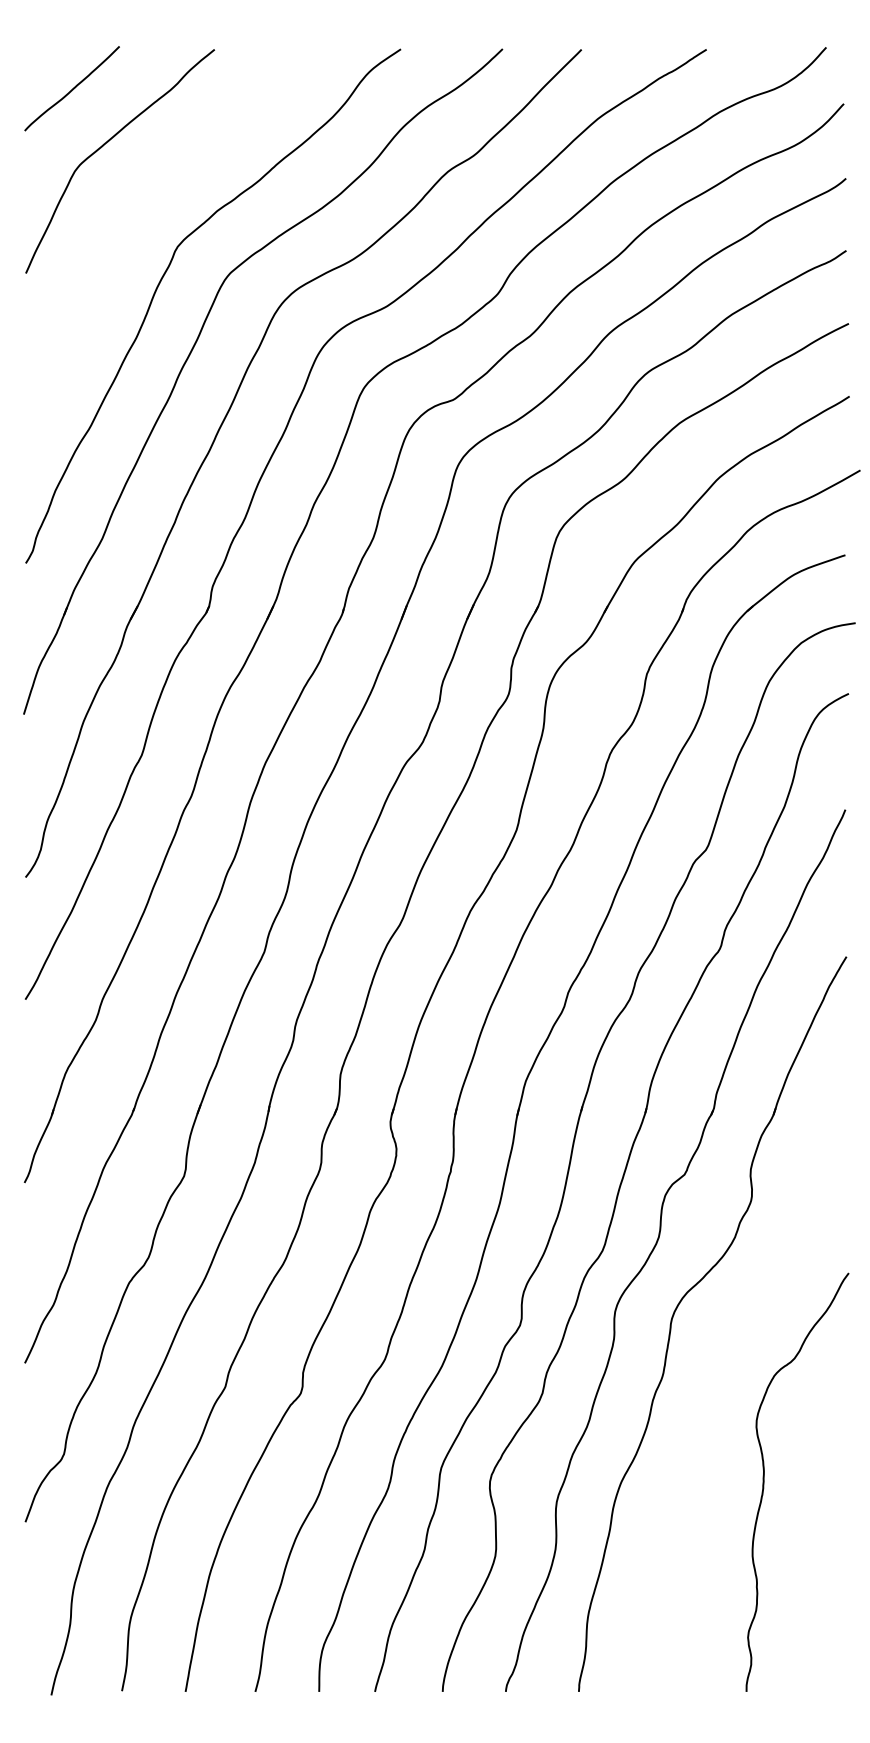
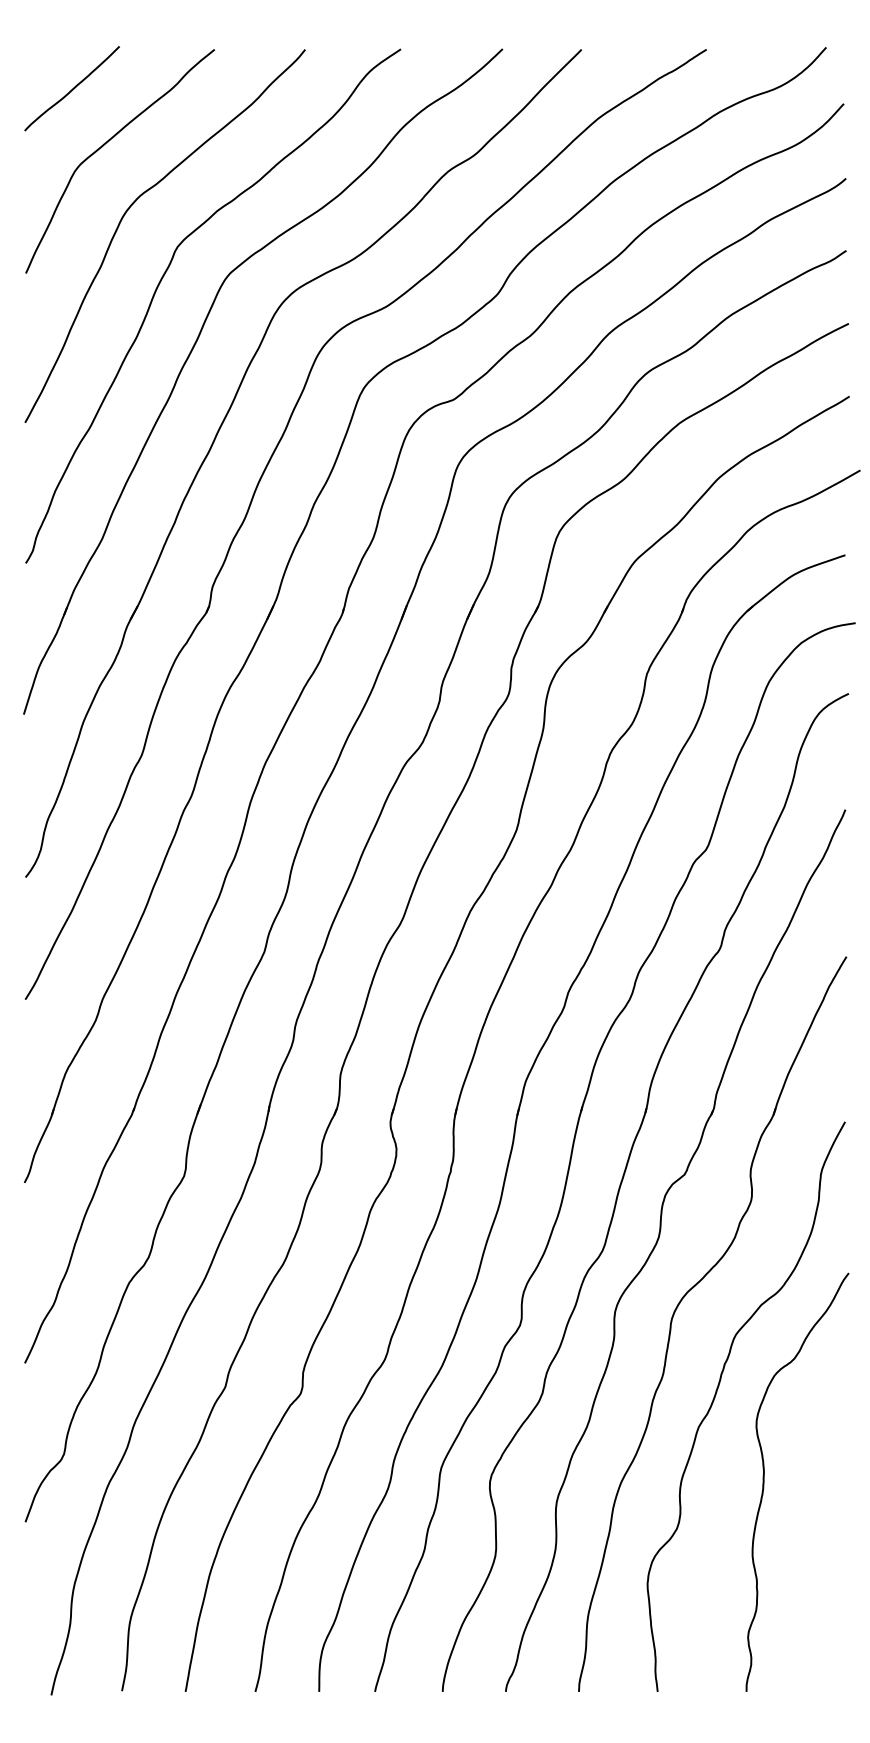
curve at (130, 208): none -> present
curve at (716, 1395): none -> present
